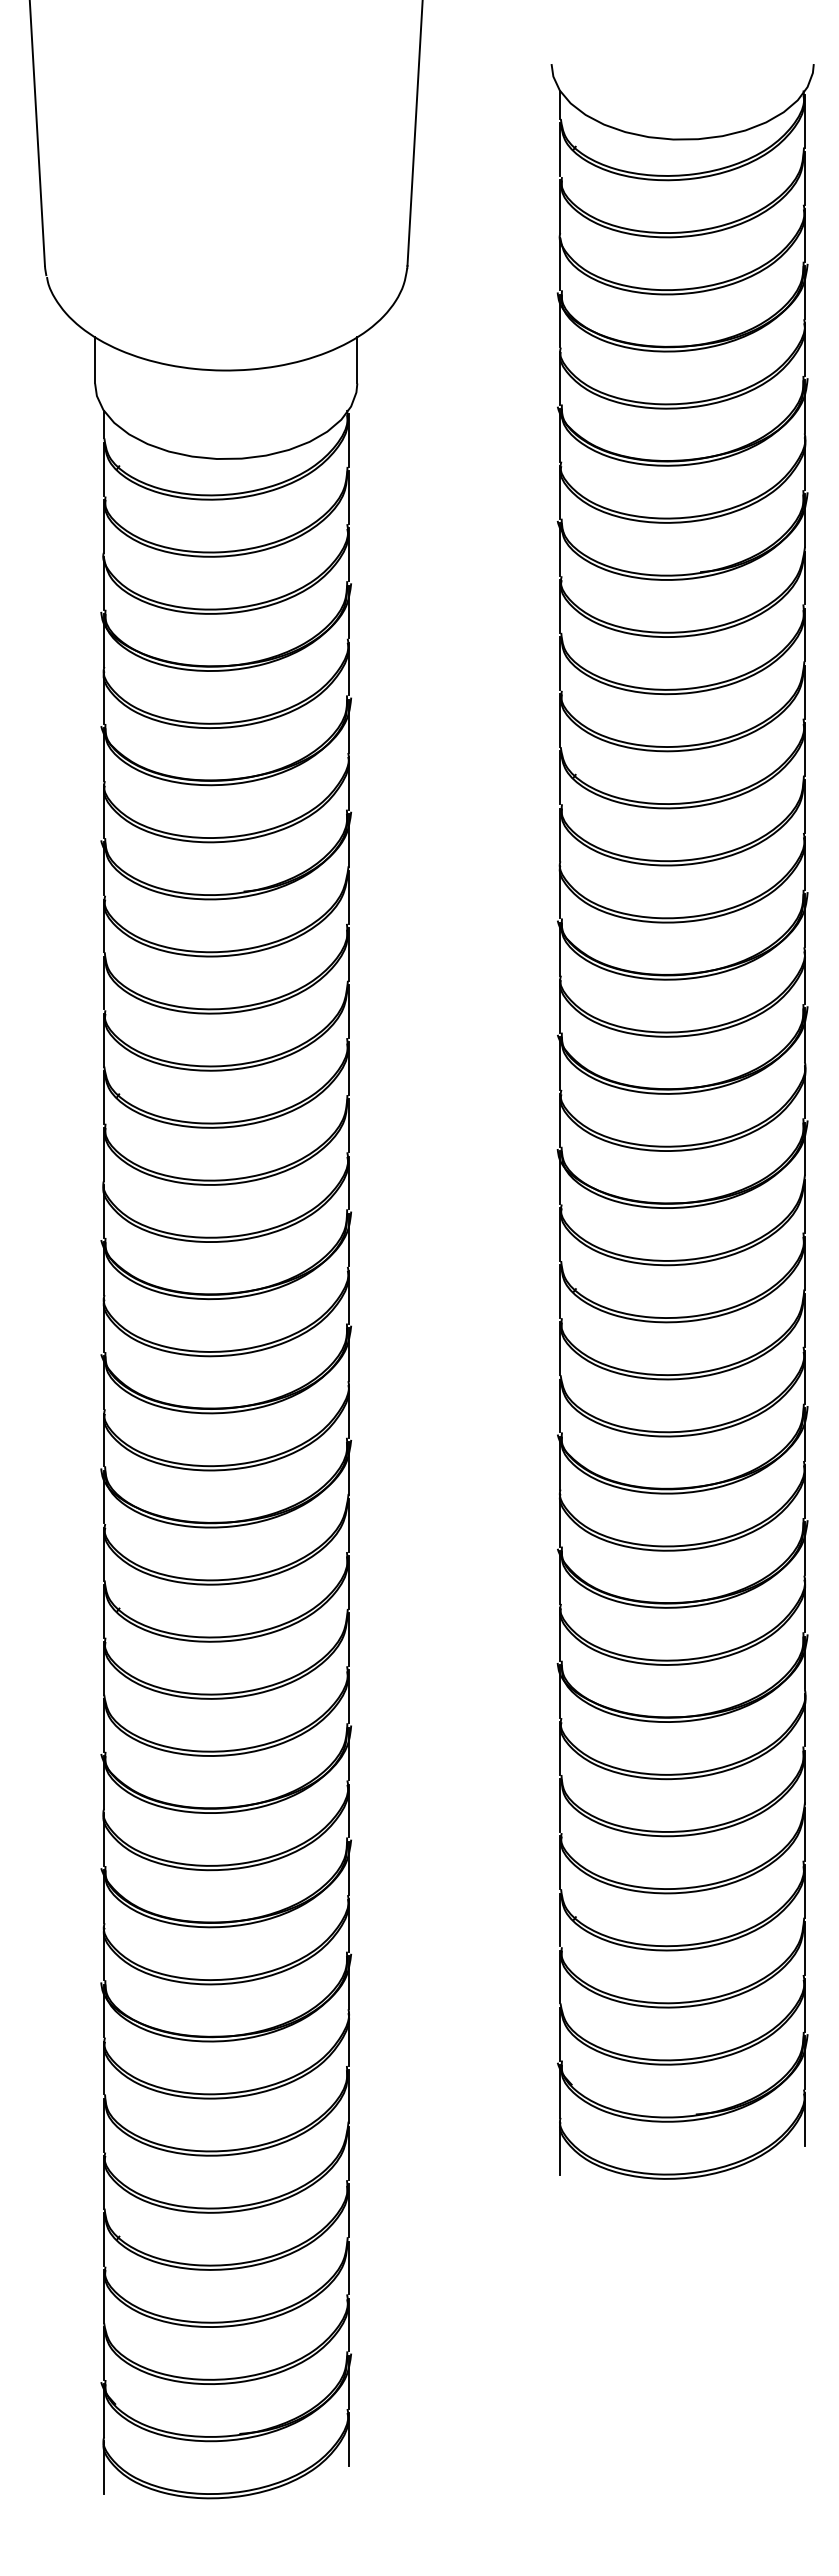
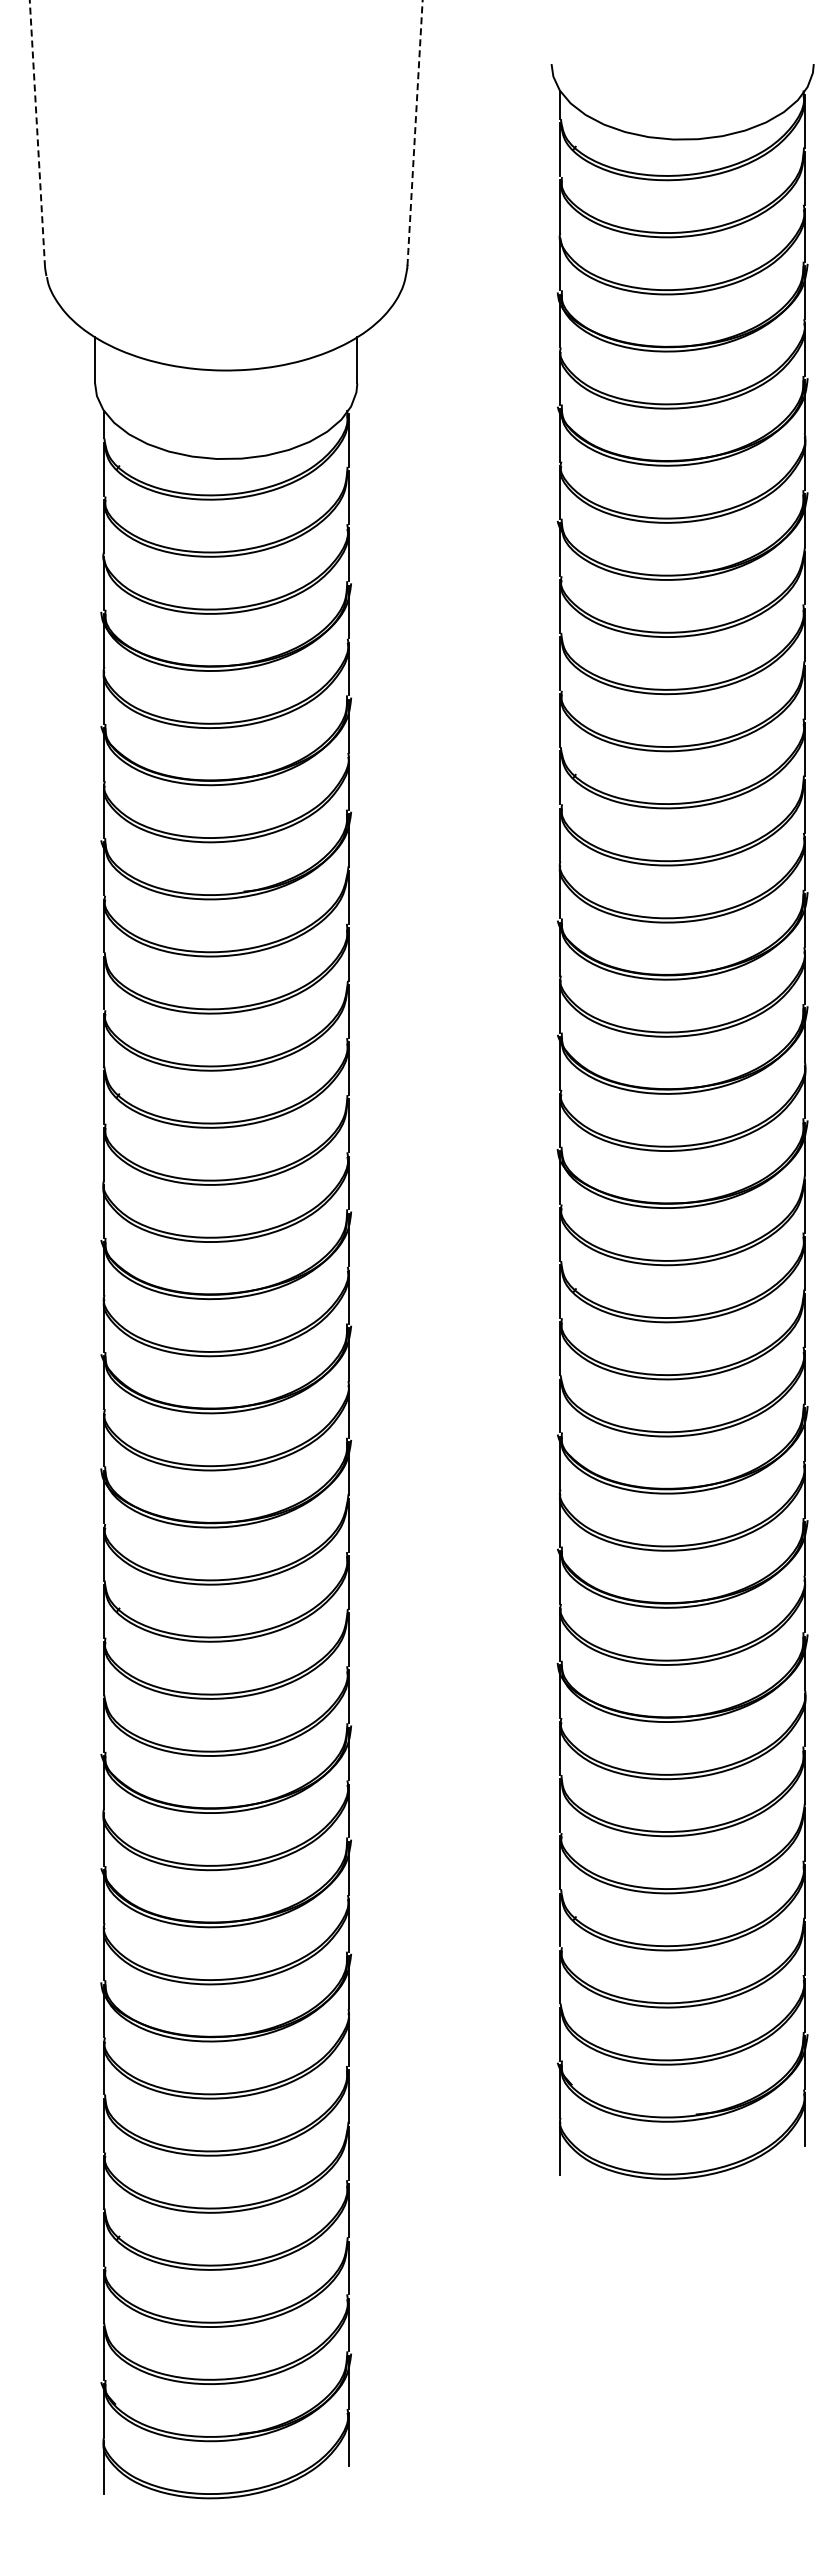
line at (37, 133): solid -> dashed
line at (415, 133): solid -> dashed
